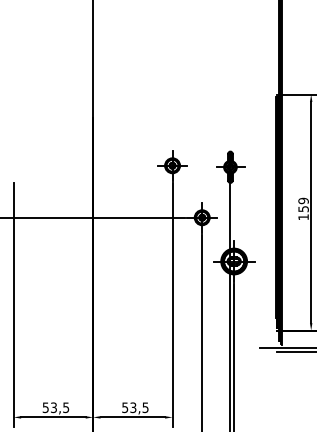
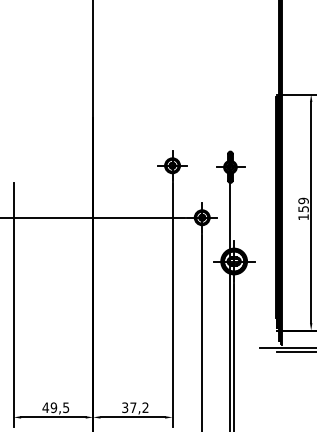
text at (49, 407): 53,5 -> 49,5
text at (135, 407): 53,5 -> 37,2
